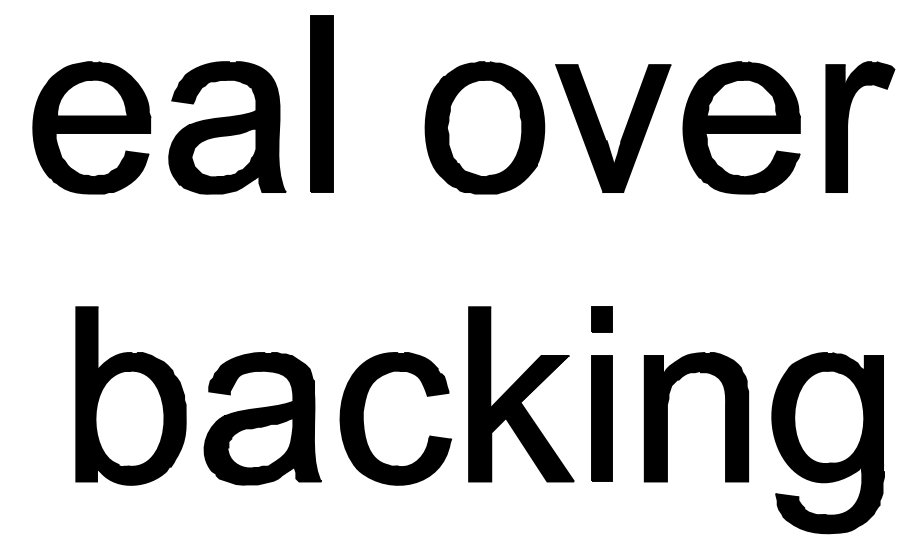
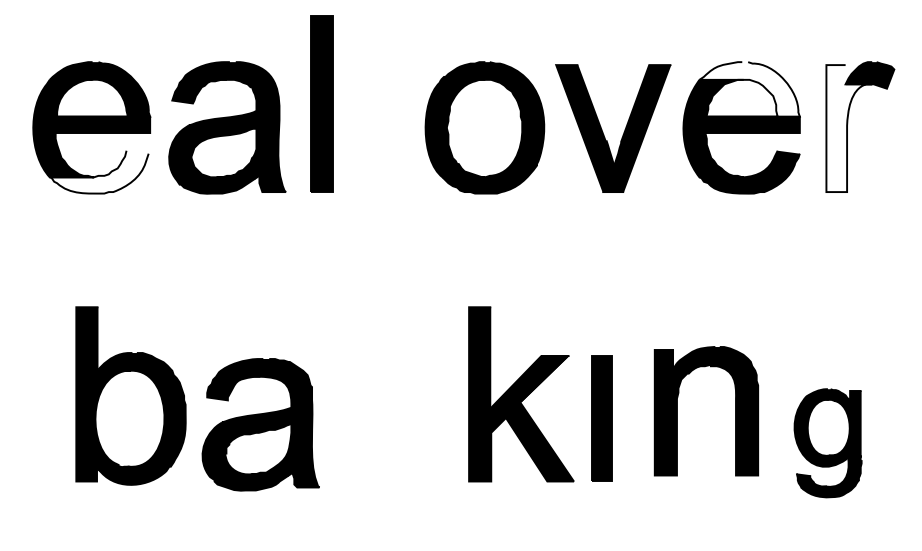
fill at (749, 89): present -> none
fill at (849, 128): present -> none
fill at (98, 171): present -> none
part at (601, 319): present -> none
part at (667, 417) position: (667, 417) -> (677, 411)
part at (262, 418) position: (262, 418) -> (260, 424)
part at (364, 425): present -> none
part at (827, 443) size: 114x183 px -> 70x111 px
